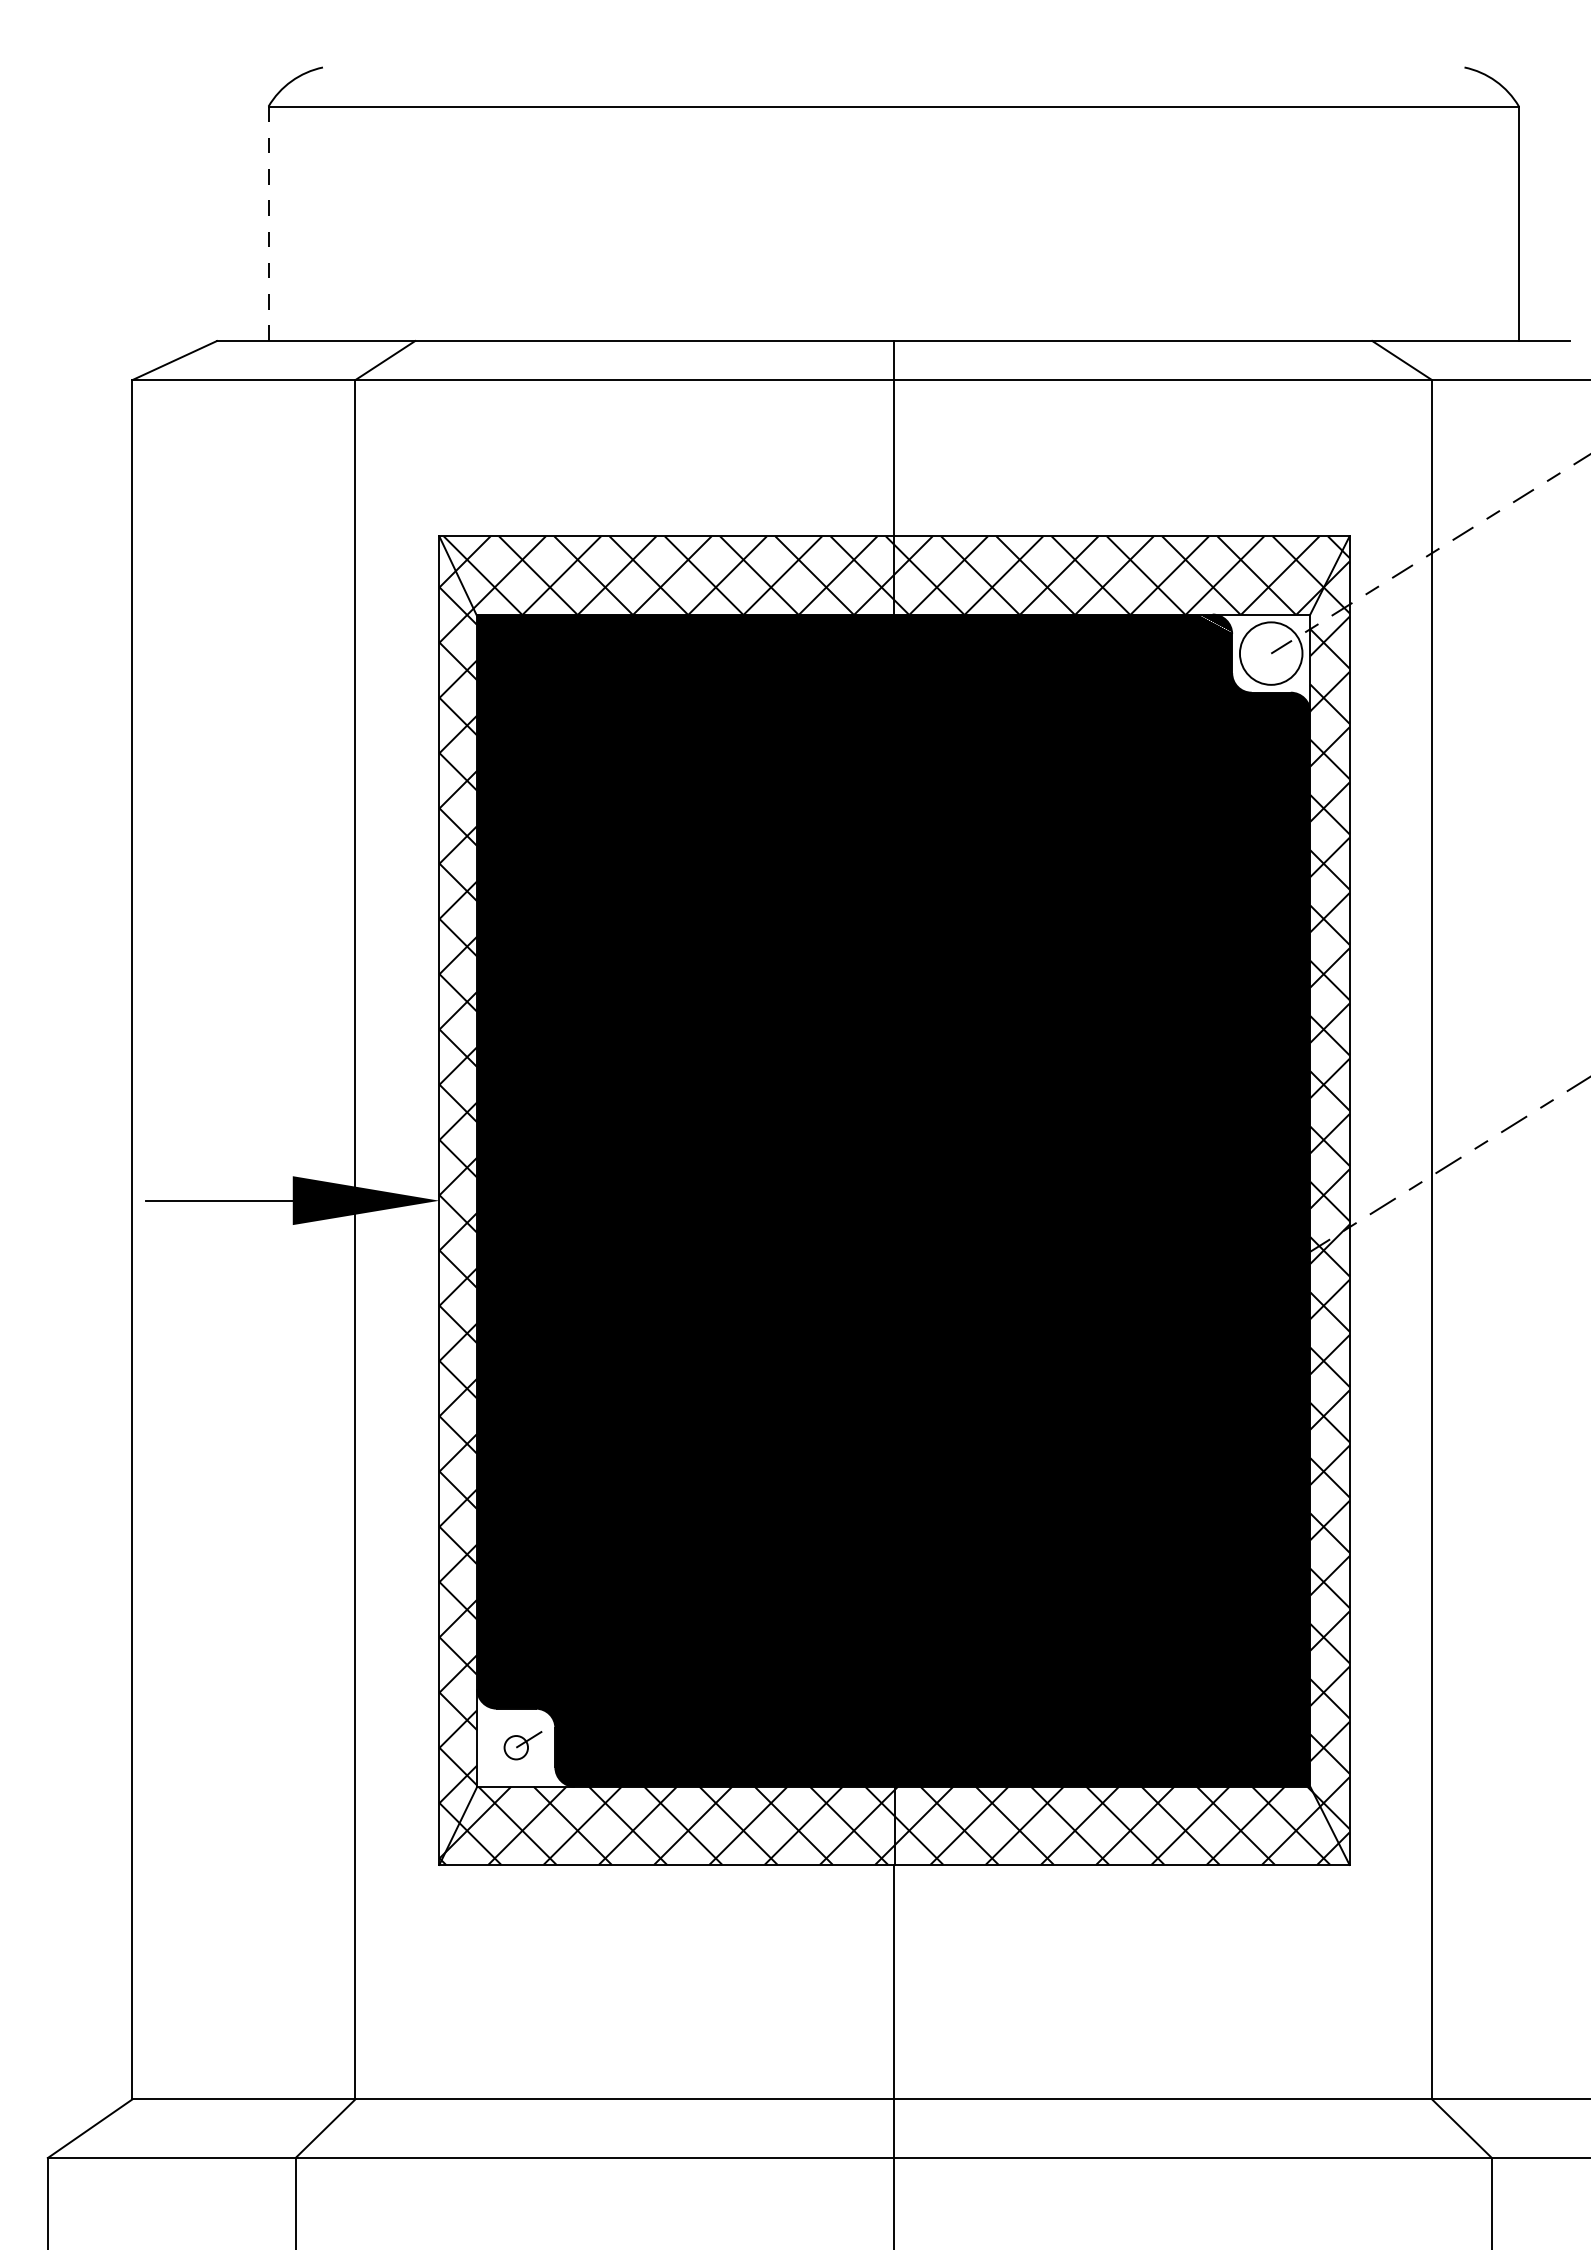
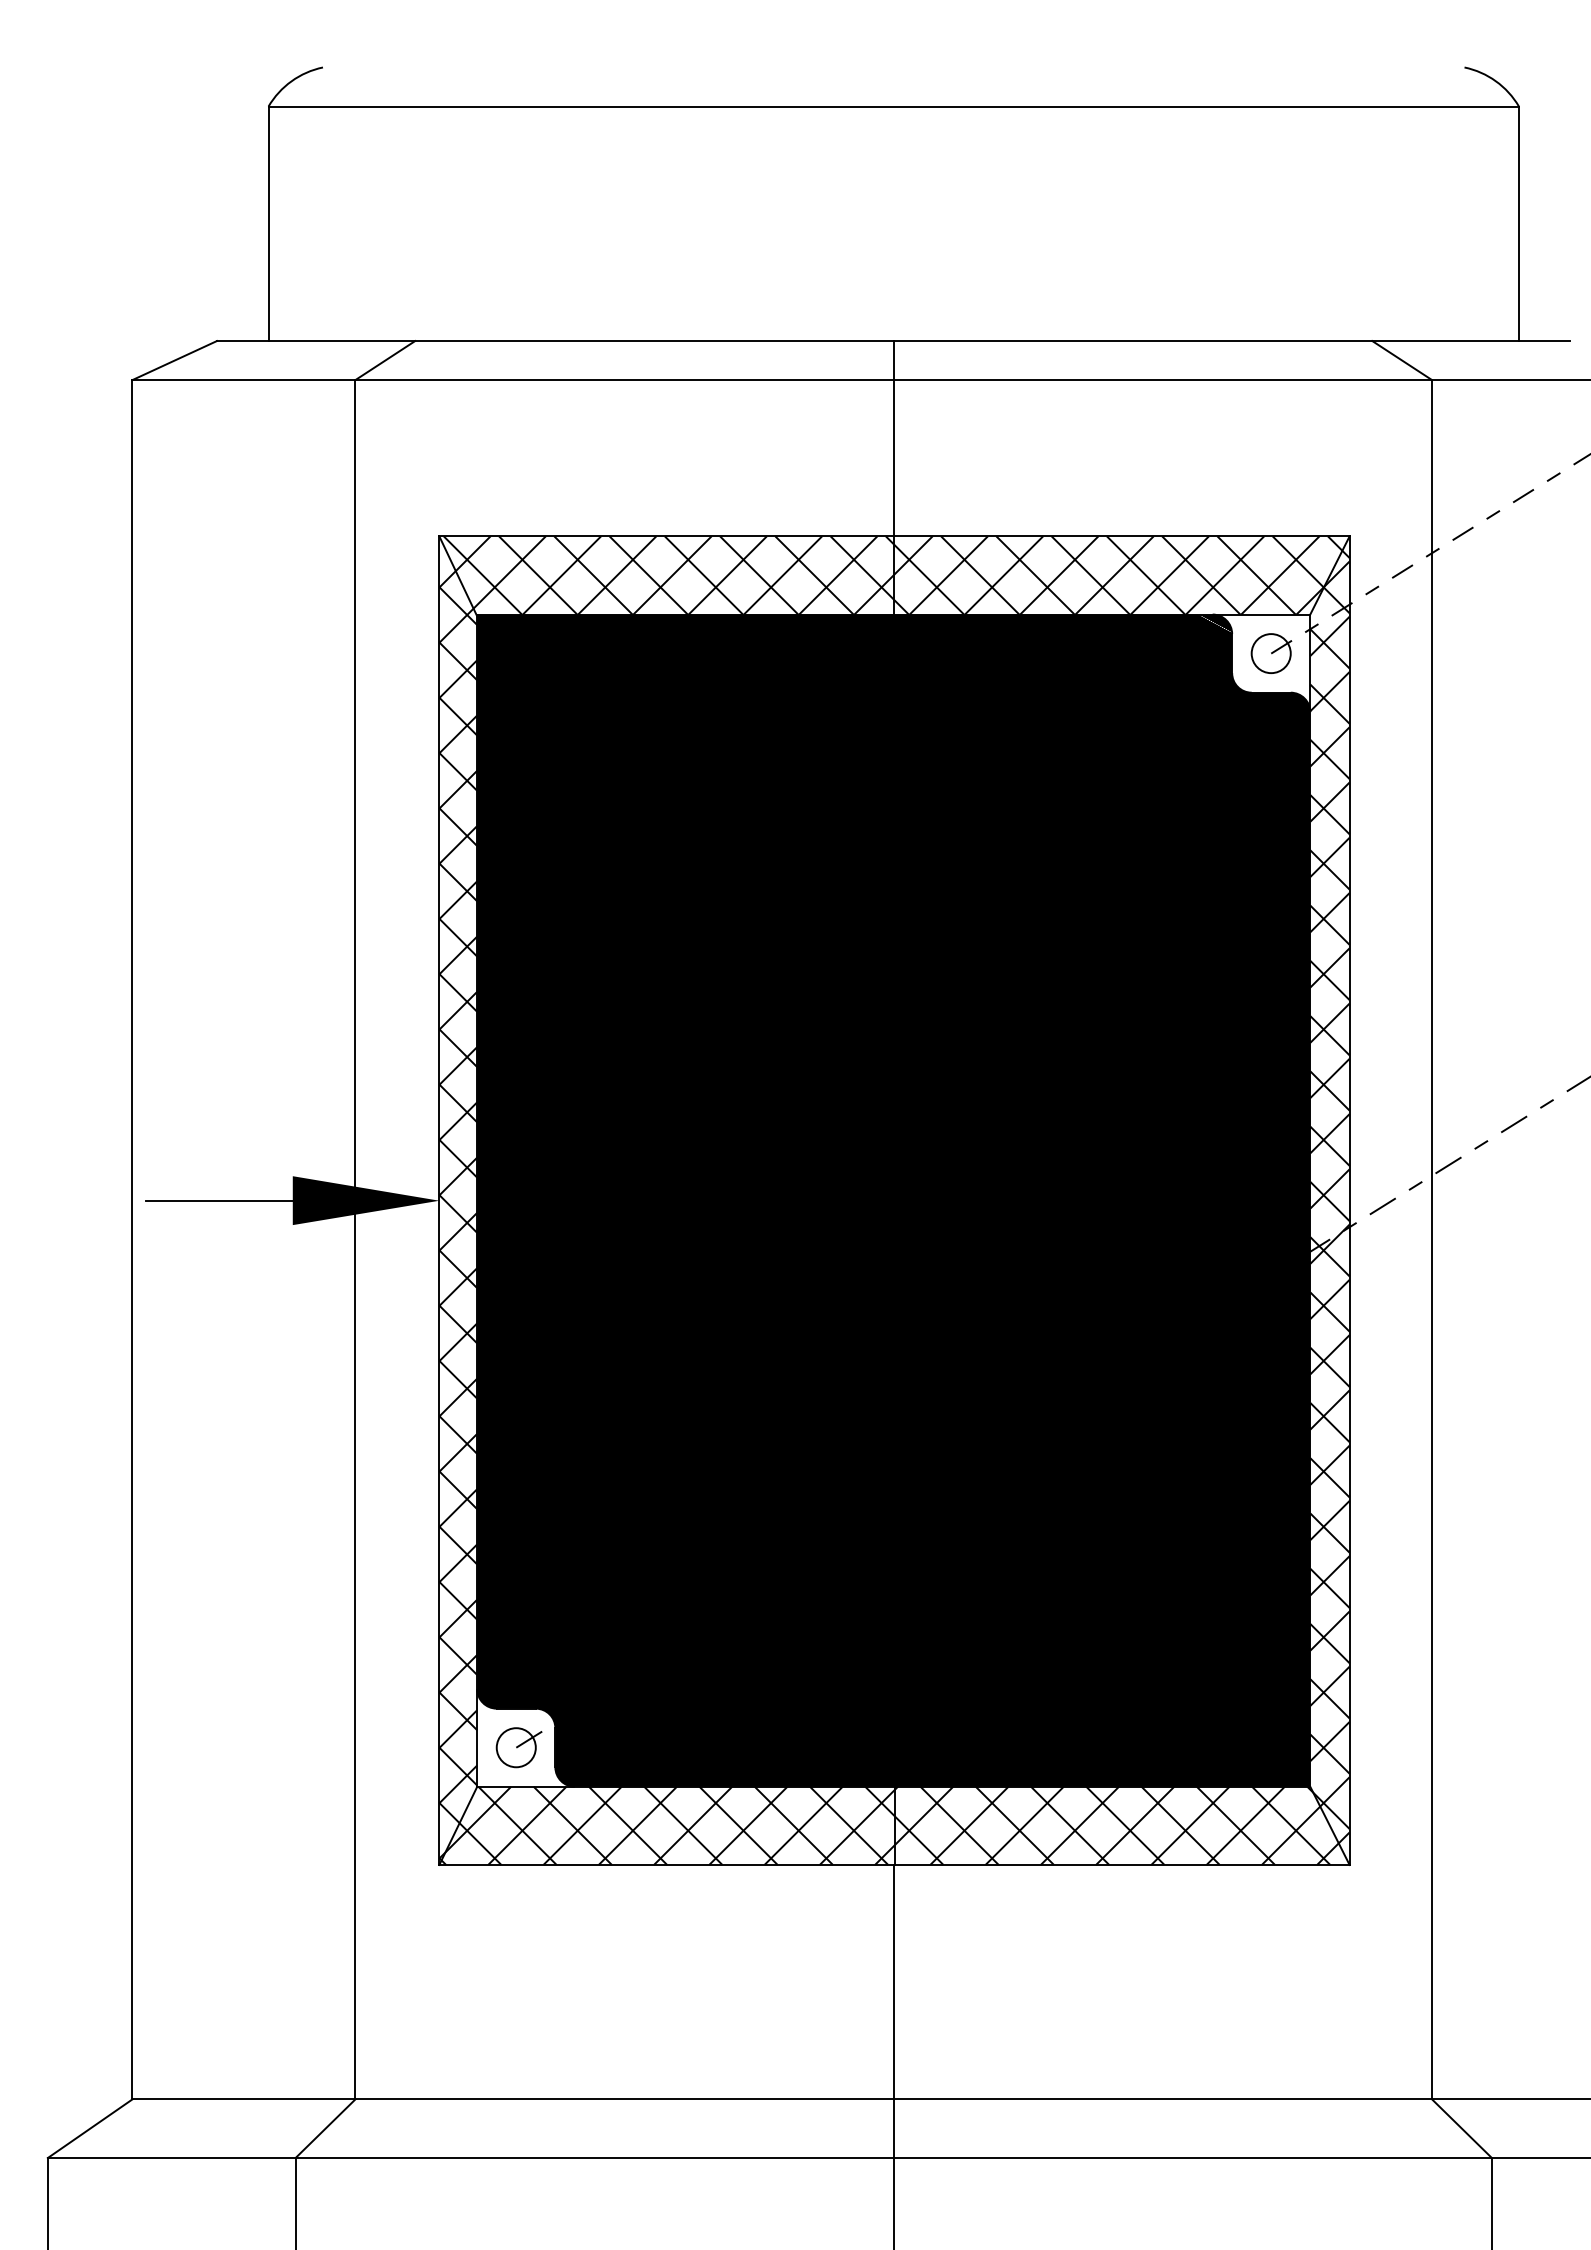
line at (268, 223): dashed -> solid
circle at (1270, 653) diameter: 63 px -> 39 px
circle at (516, 1747) diameter: 23 px -> 39 px
